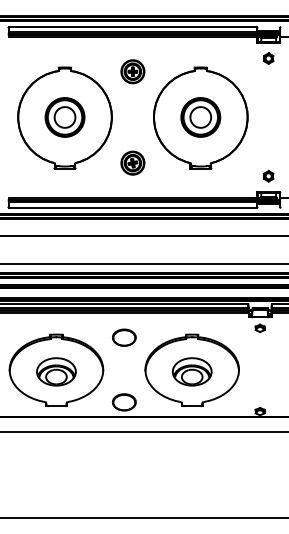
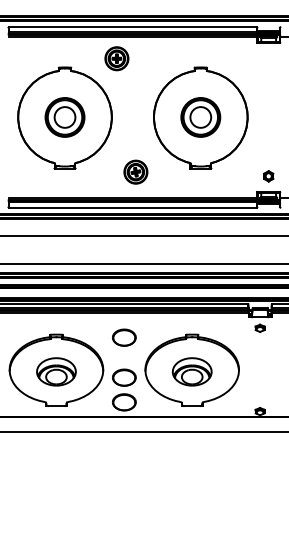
part at (268, 58): present -> none
part at (132, 71) position: (132, 71) -> (116, 58)
part at (132, 162) position: (132, 162) -> (135, 171)
part at (124, 377): none -> present
line at (143, 517): present -> none
